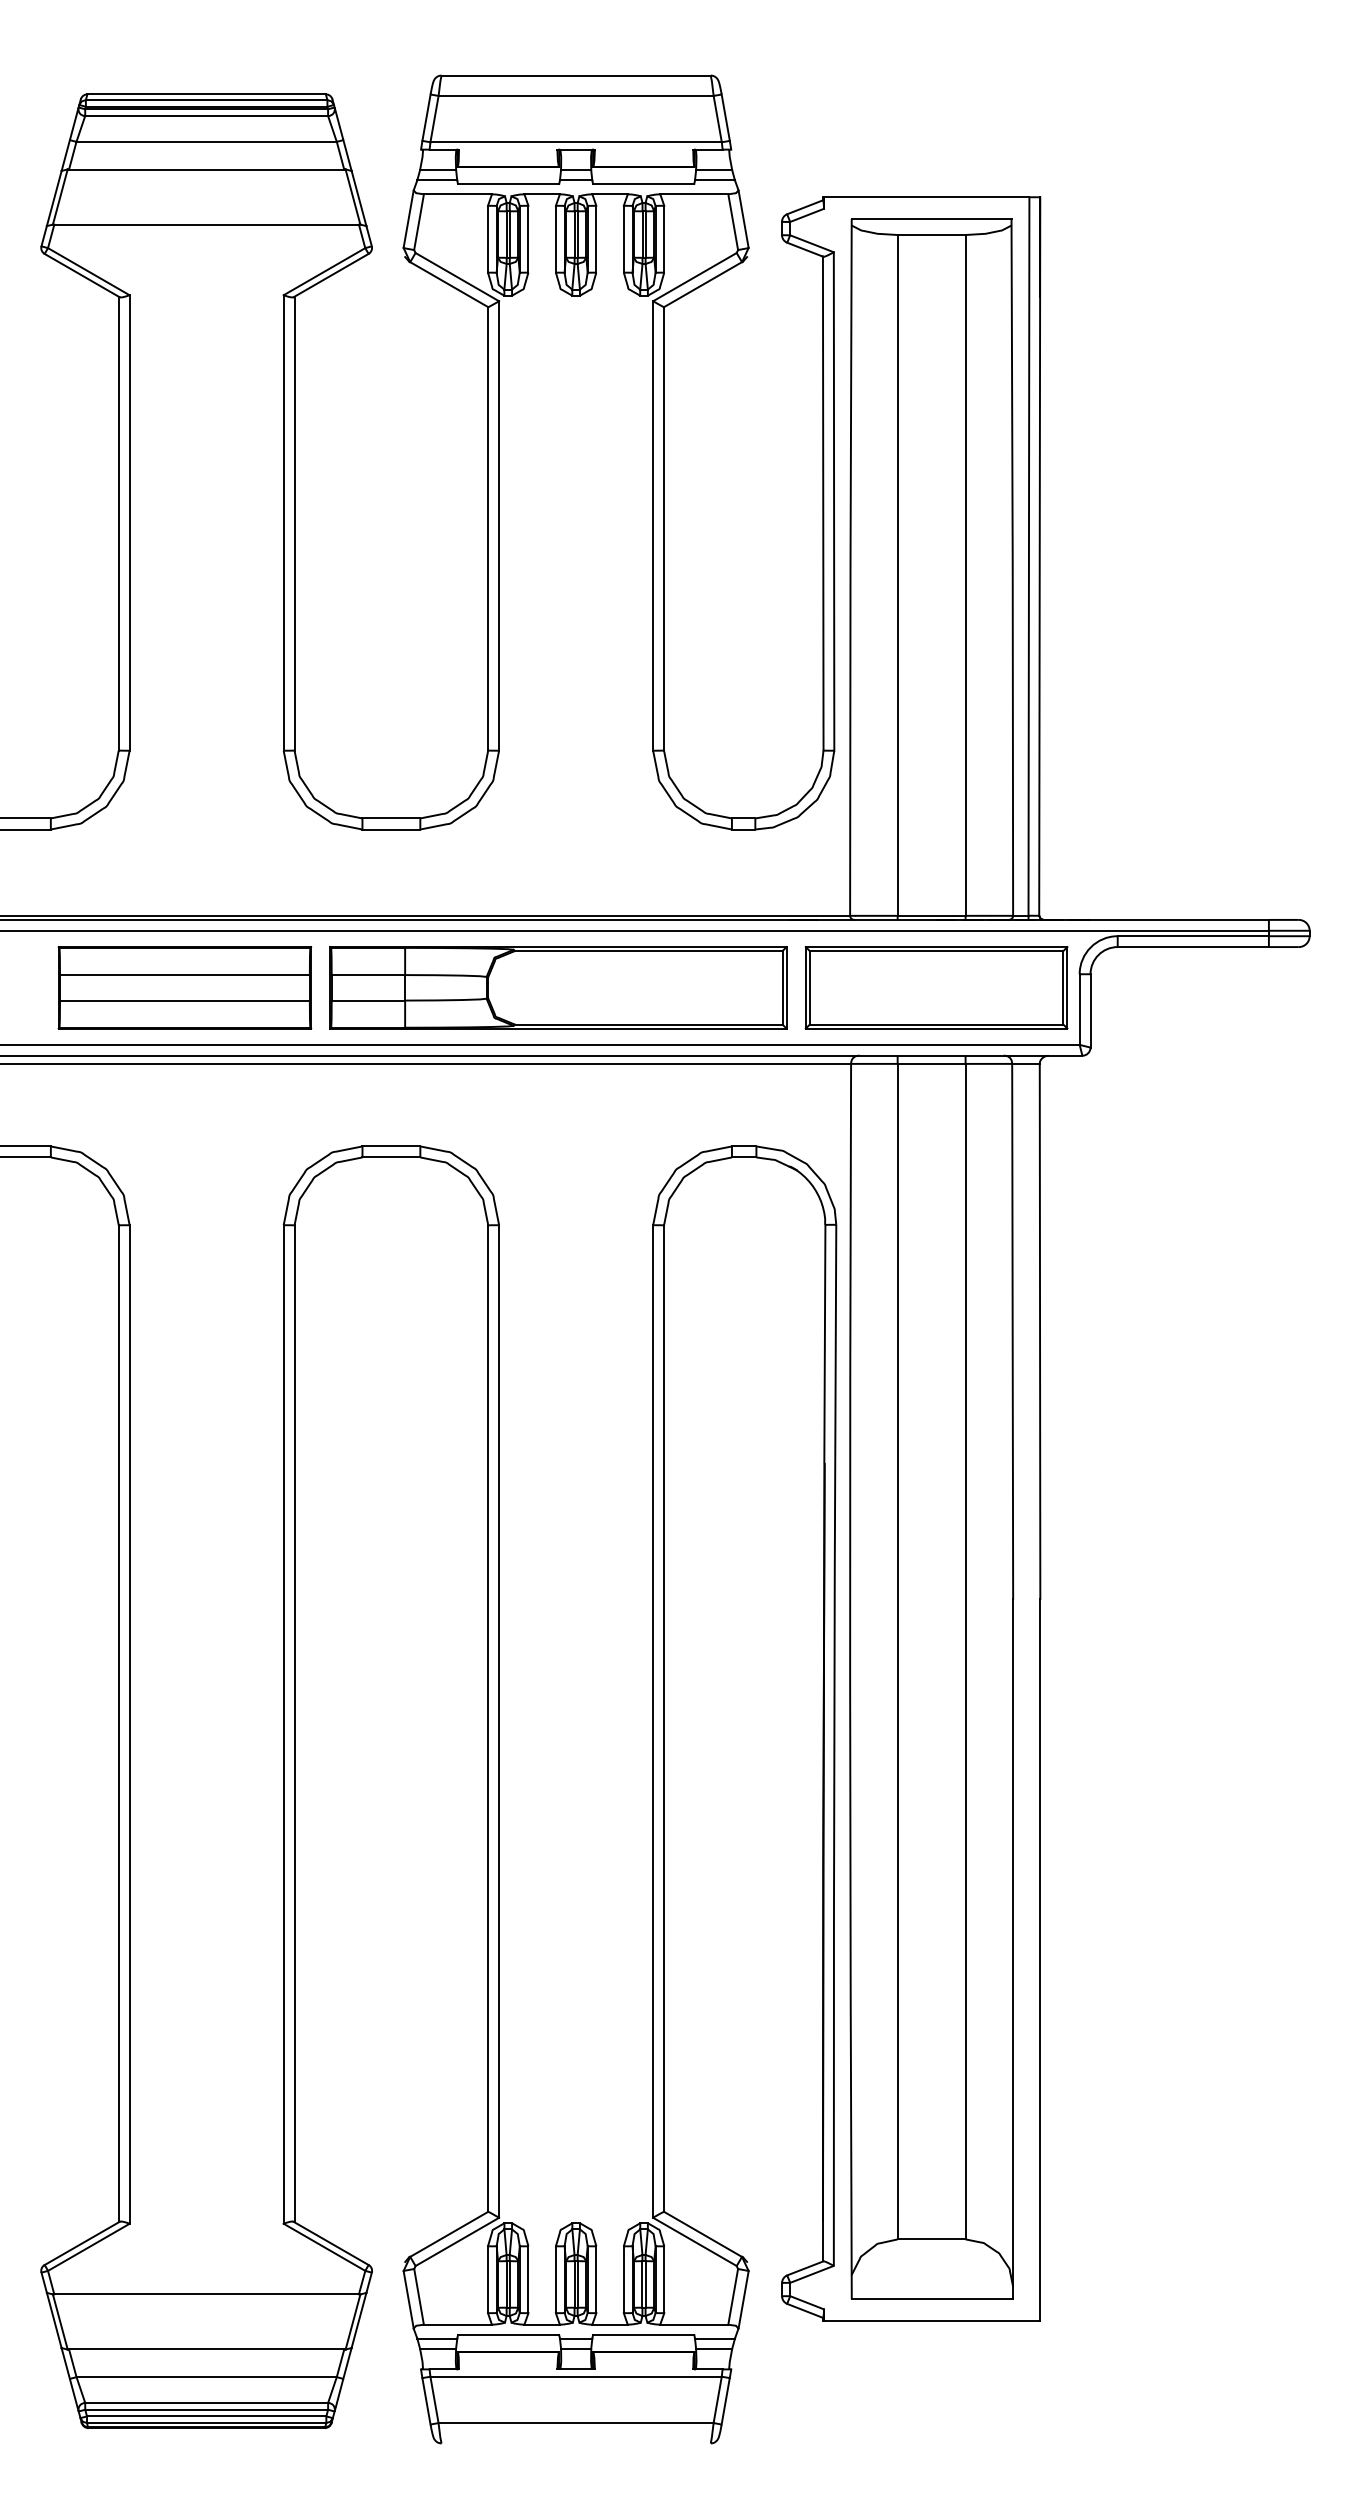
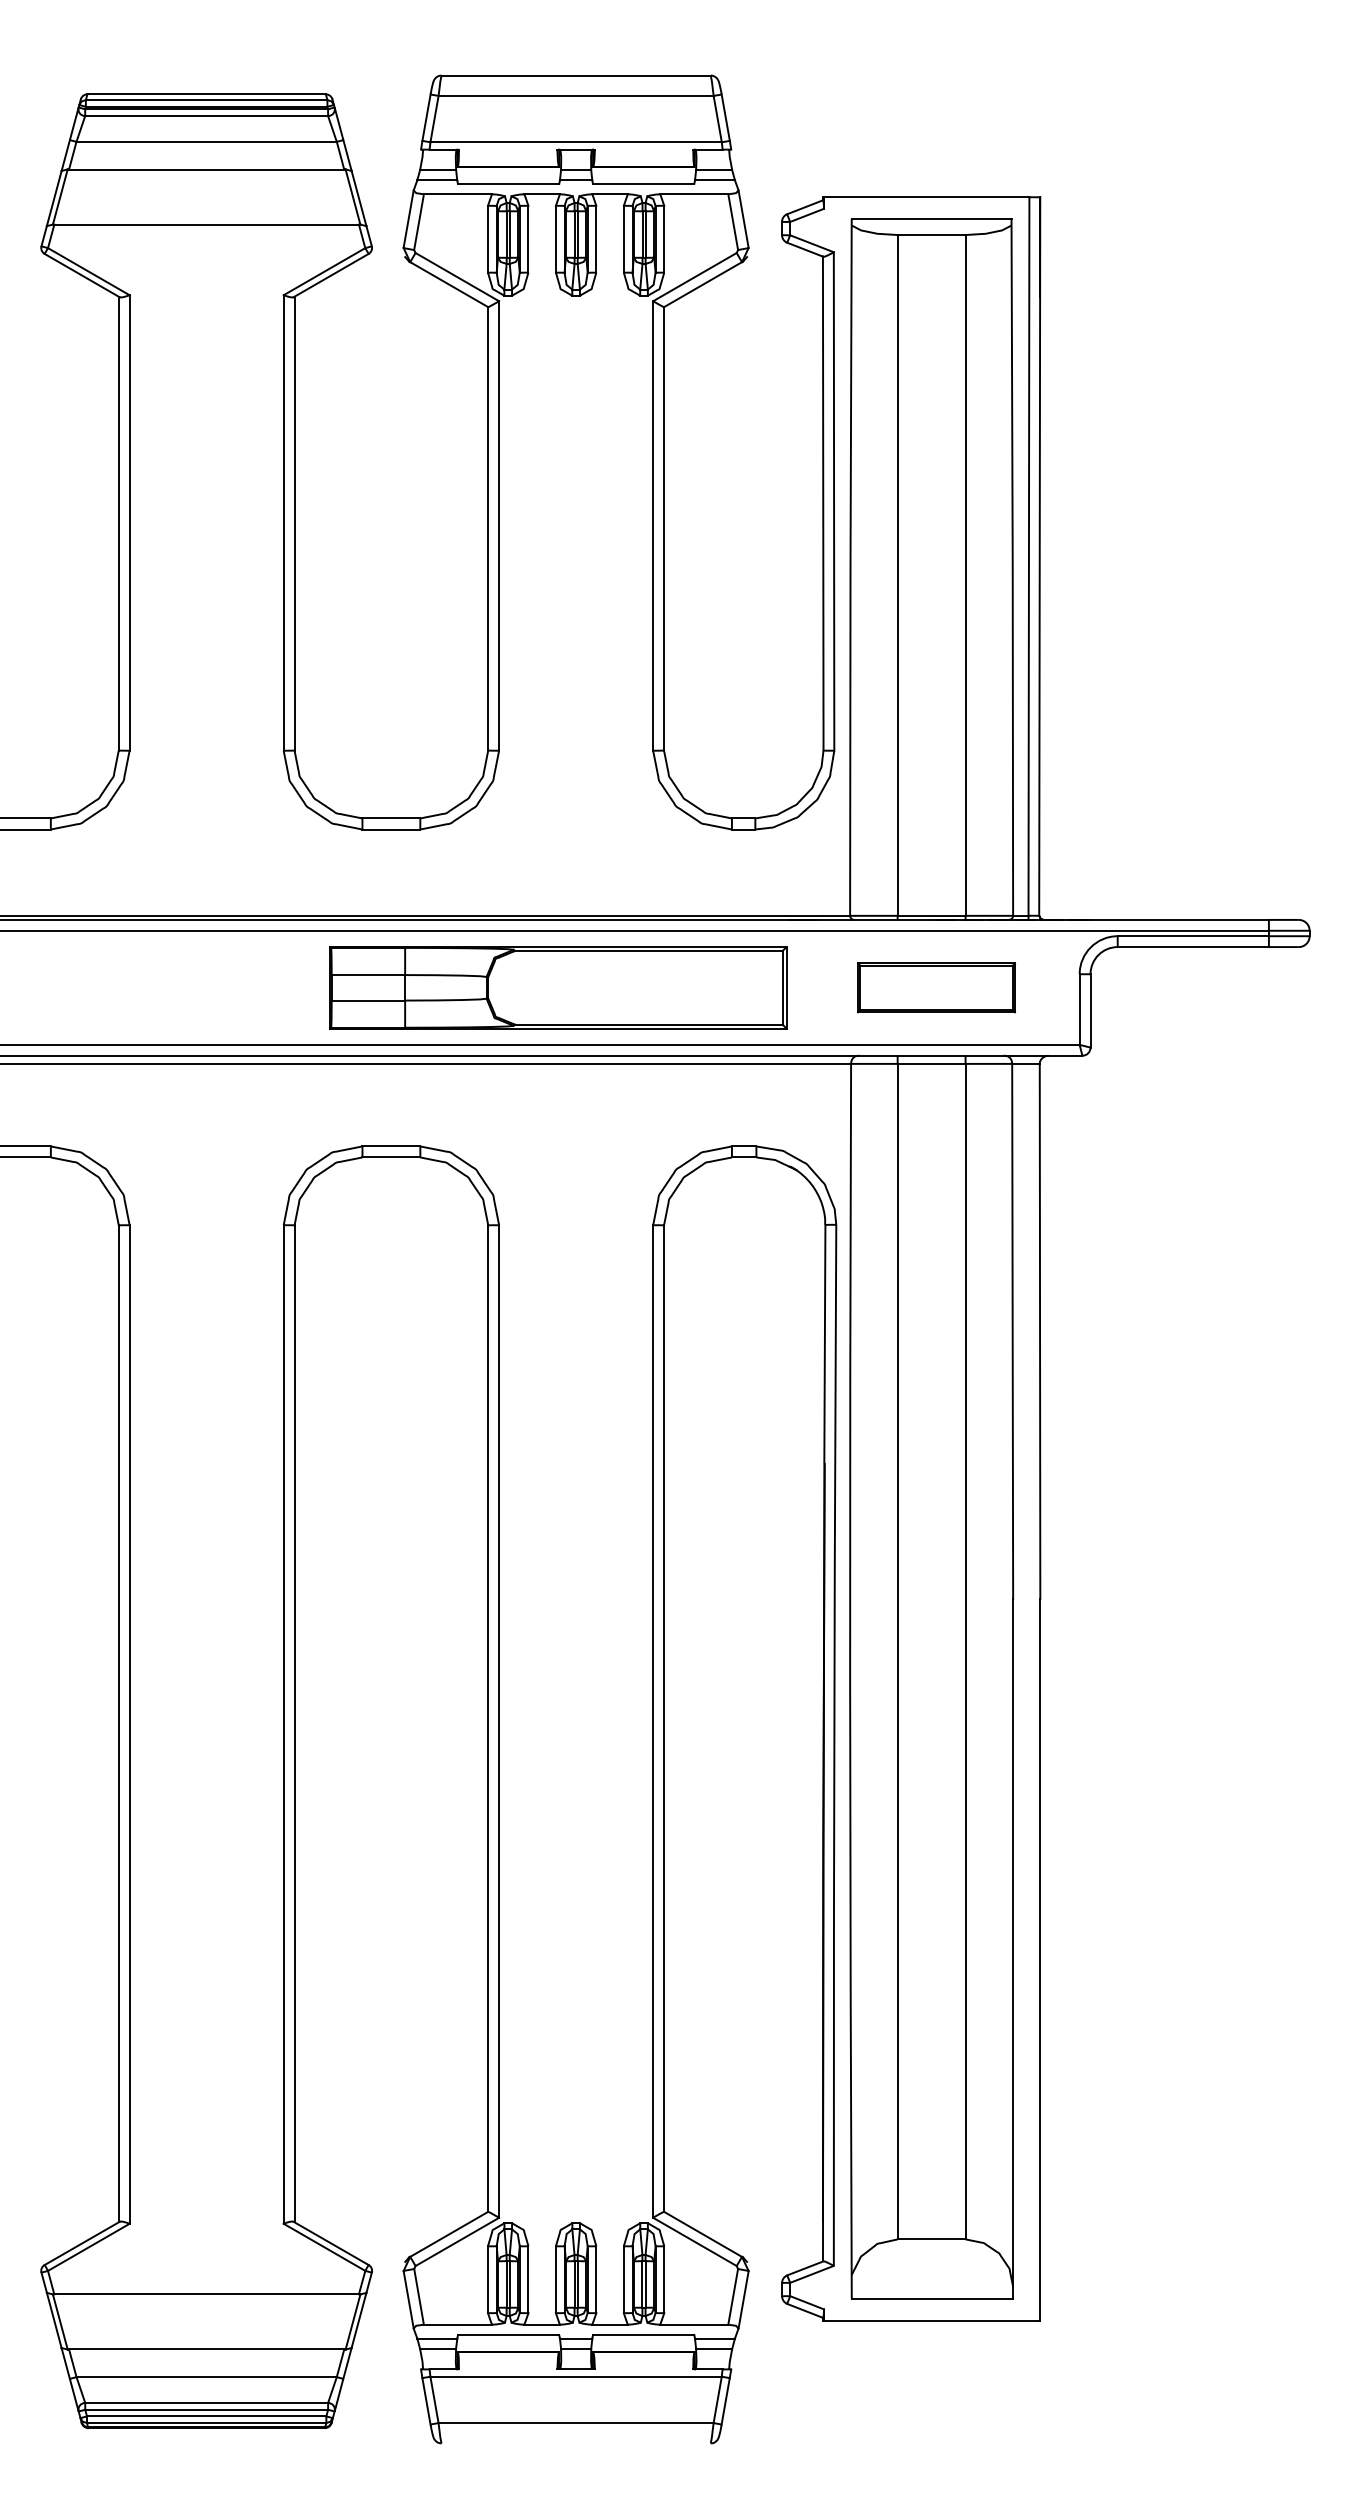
part at (184, 987): present -> none
part at (936, 987) size: 265x84 px -> 160x52 px
